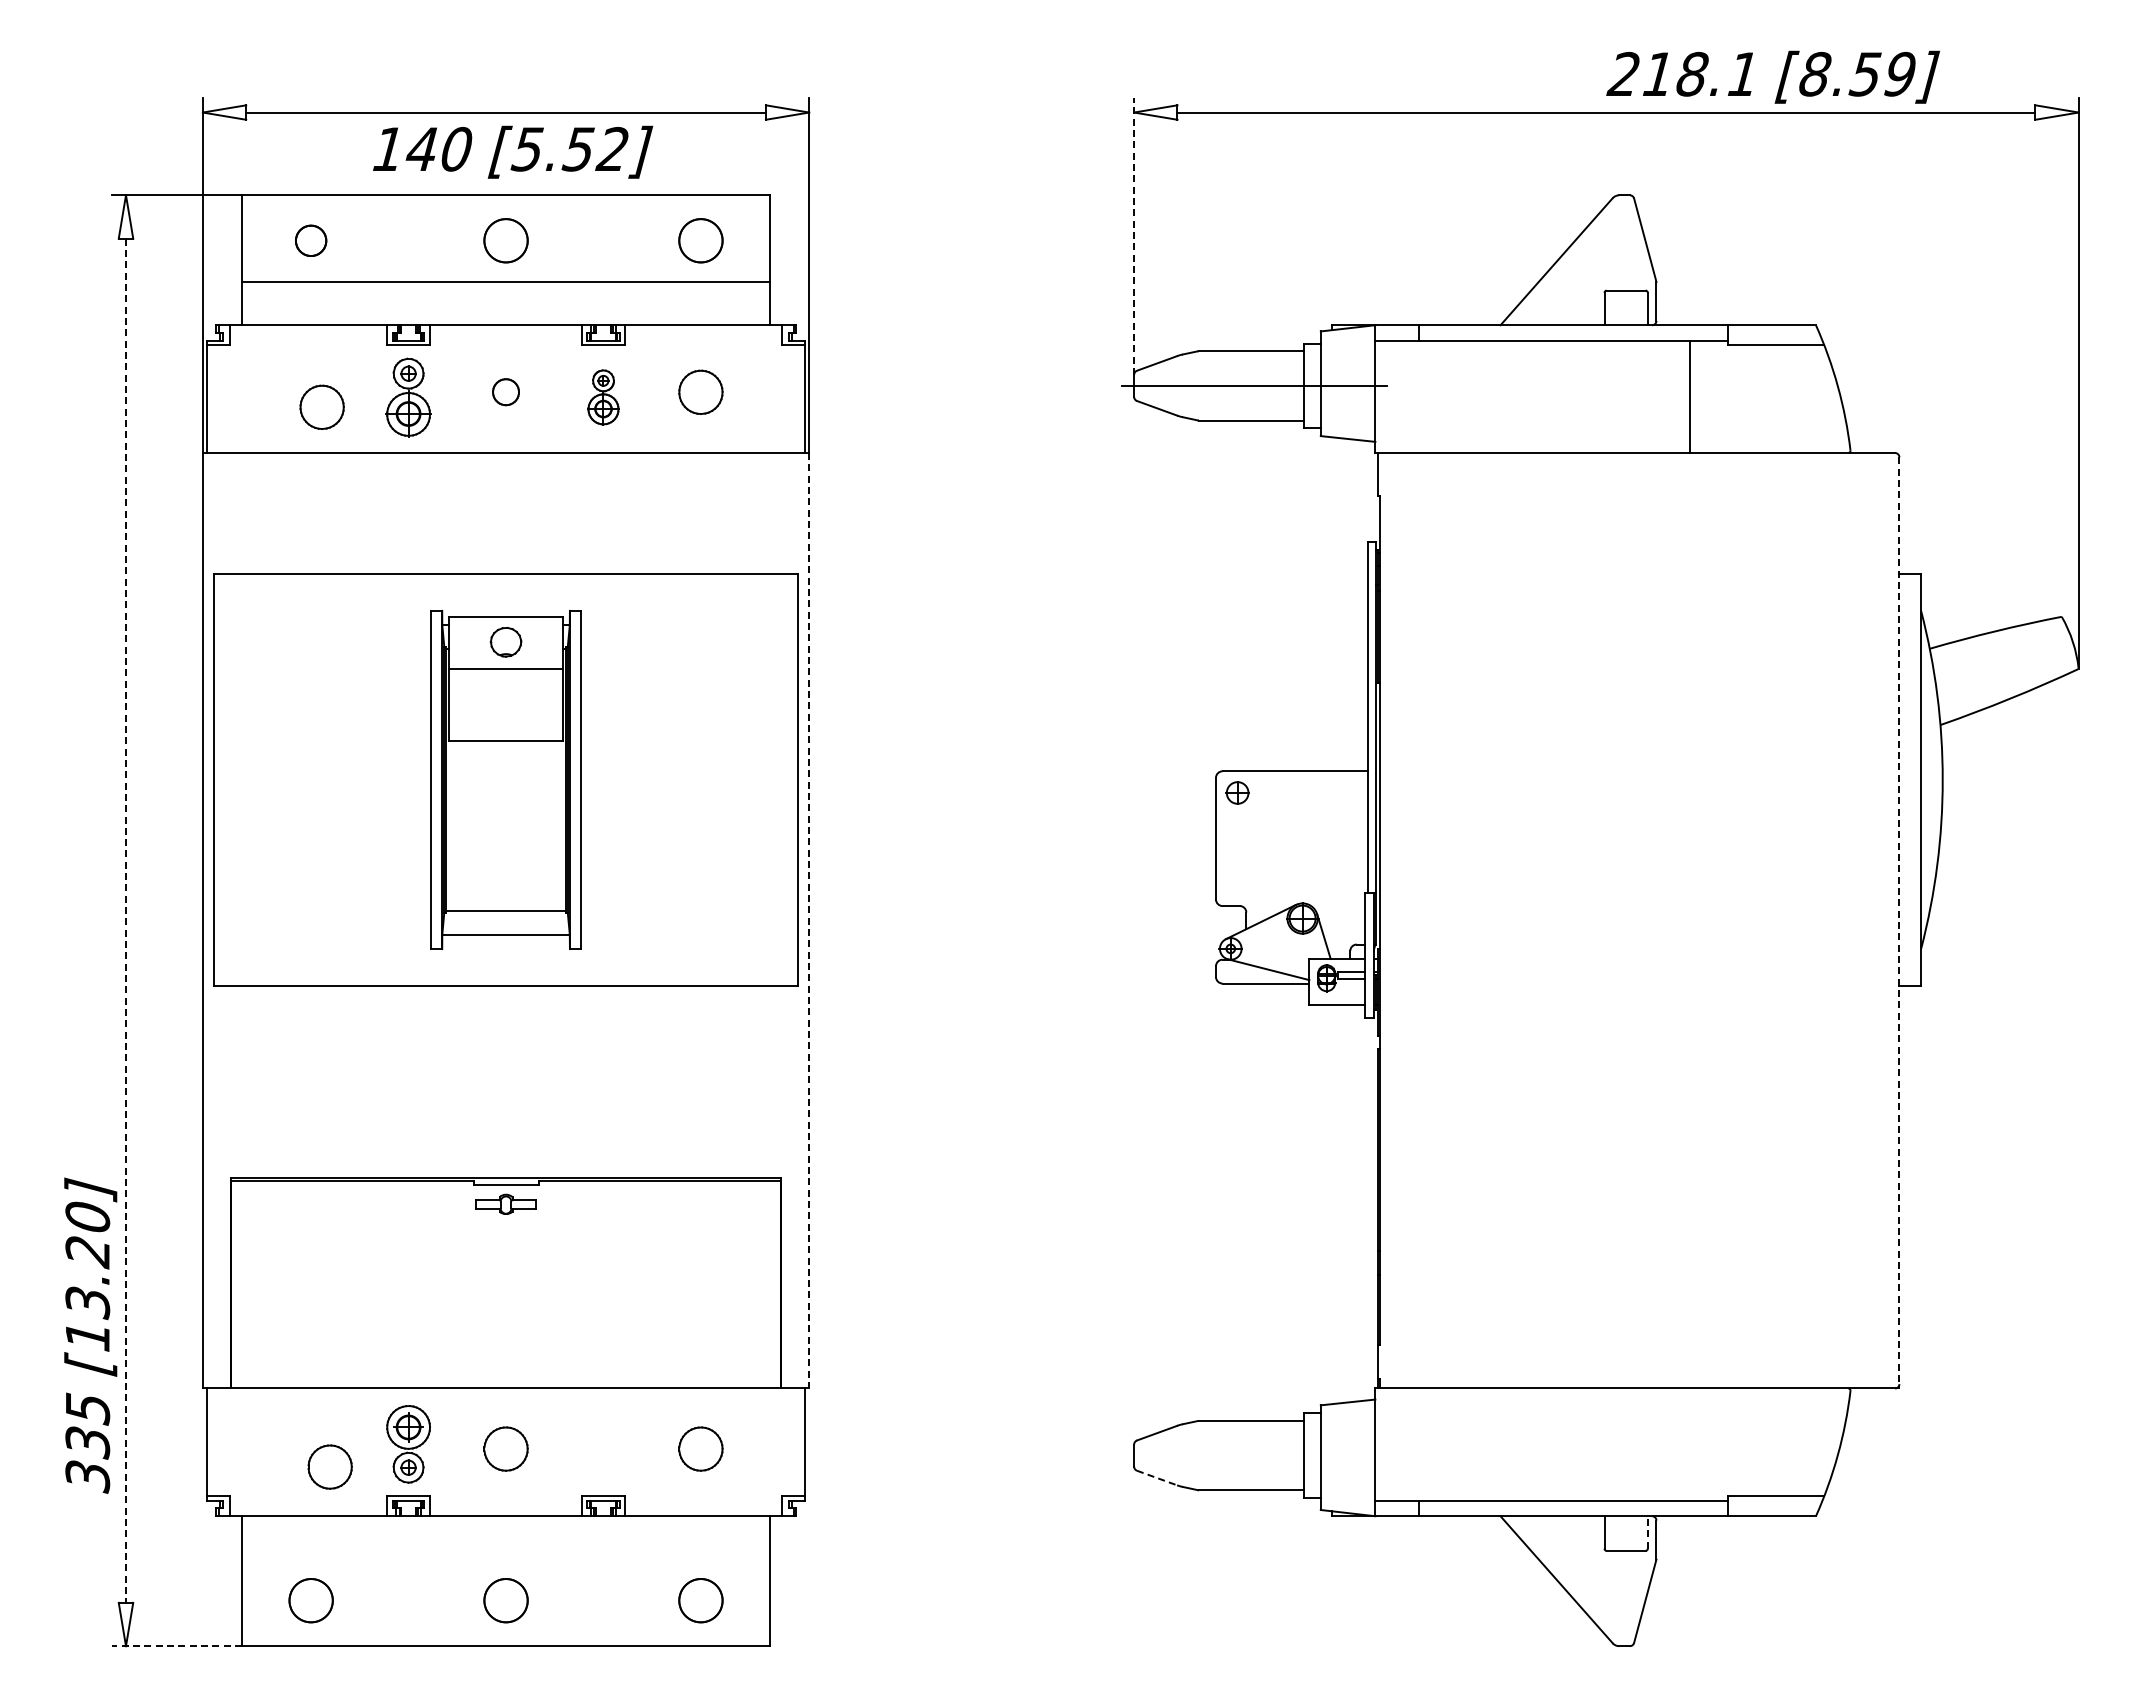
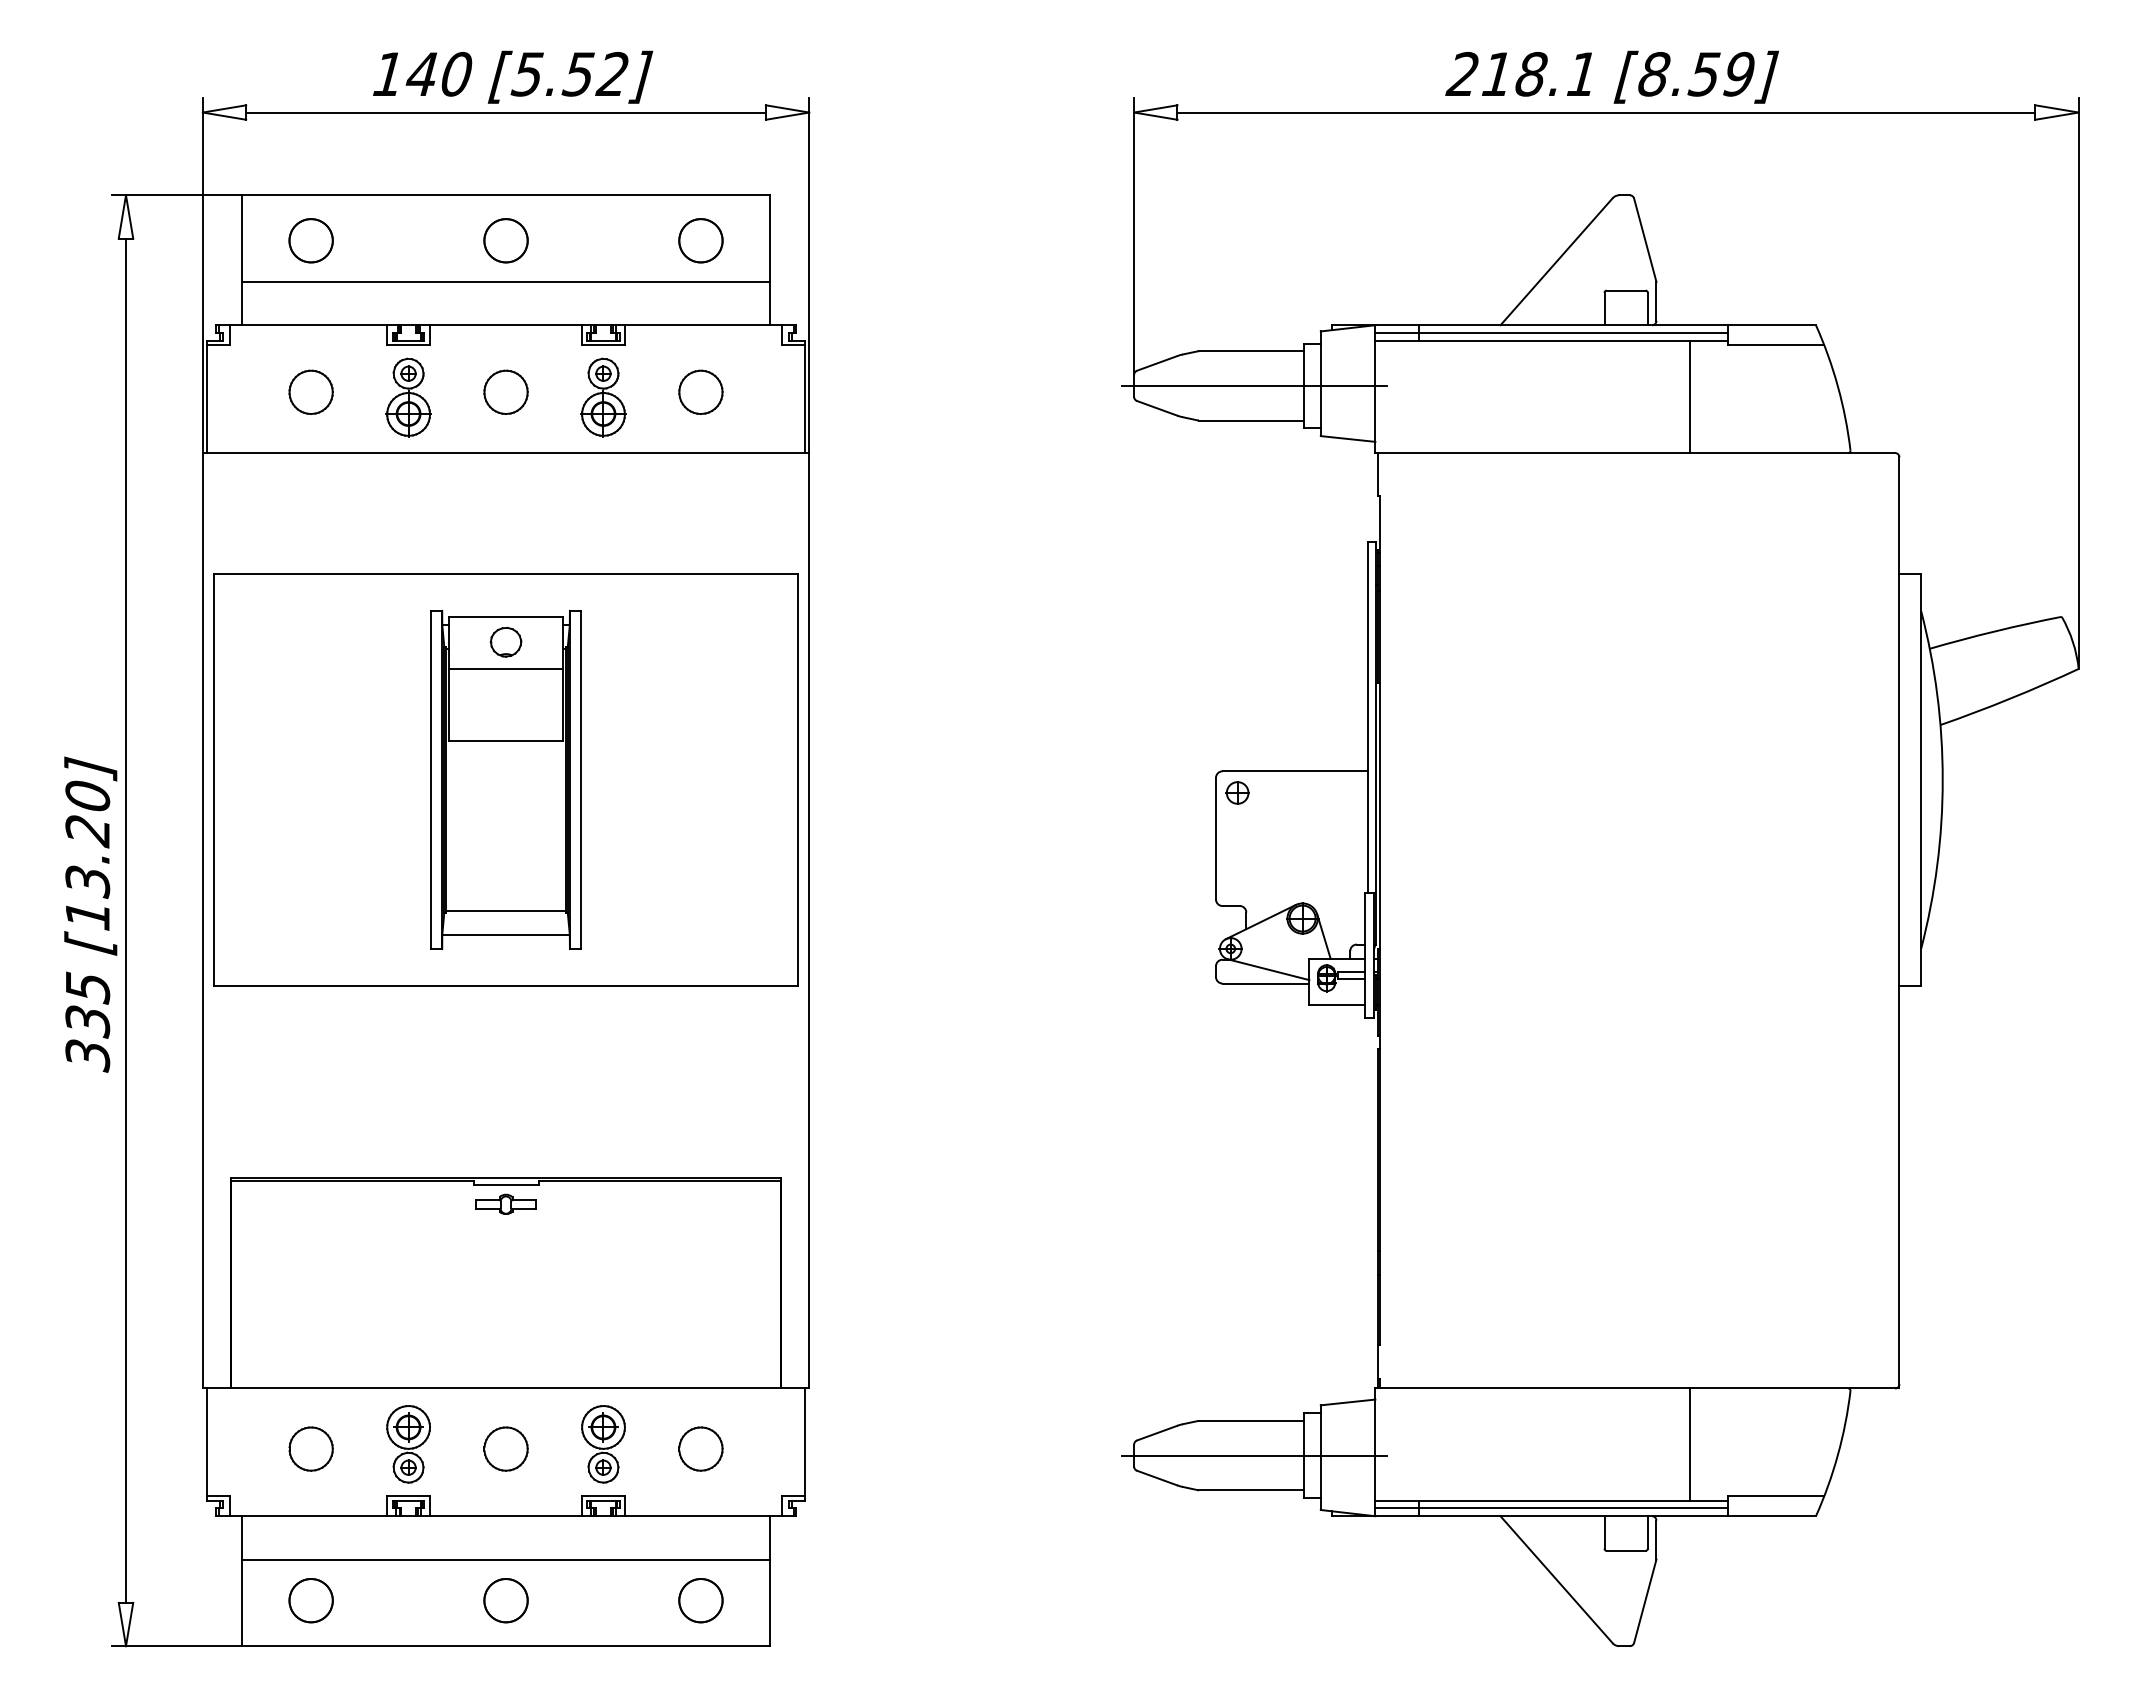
text at (1772, 76) position: (1772, 76) -> (1611, 76)
text at (513, 151) position: (513, 151) -> (513, 76)
line at (1134, 235): dashed -> solid
part at (311, 240) size: 33x33 px -> 46x46 px
line at (1551, 333): none -> present
part at (505, 392) size: 28x29 px -> 46x46 px
part at (603, 397) size: 33x57 px -> 47x81 px
part at (321, 406) position: (321, 406) -> (310, 391)
line at (809, 920): dashed -> solid
line at (126, 921): dashed -> solid
line at (1899, 922): dashed -> solid
text at (90, 1335) position: (90, 1335) -> (90, 914)
part at (603, 1444): none -> present
line at (1690, 1444): none -> present
line at (1254, 1455): none -> present
part at (329, 1466) position: (329, 1466) -> (310, 1448)
line at (1157, 1478): dashed -> solid
line at (1551, 1508): none -> present
line at (1647, 1531): dashed -> solid
line at (505, 1559): none -> present
line at (176, 1646): dashed -> solid
